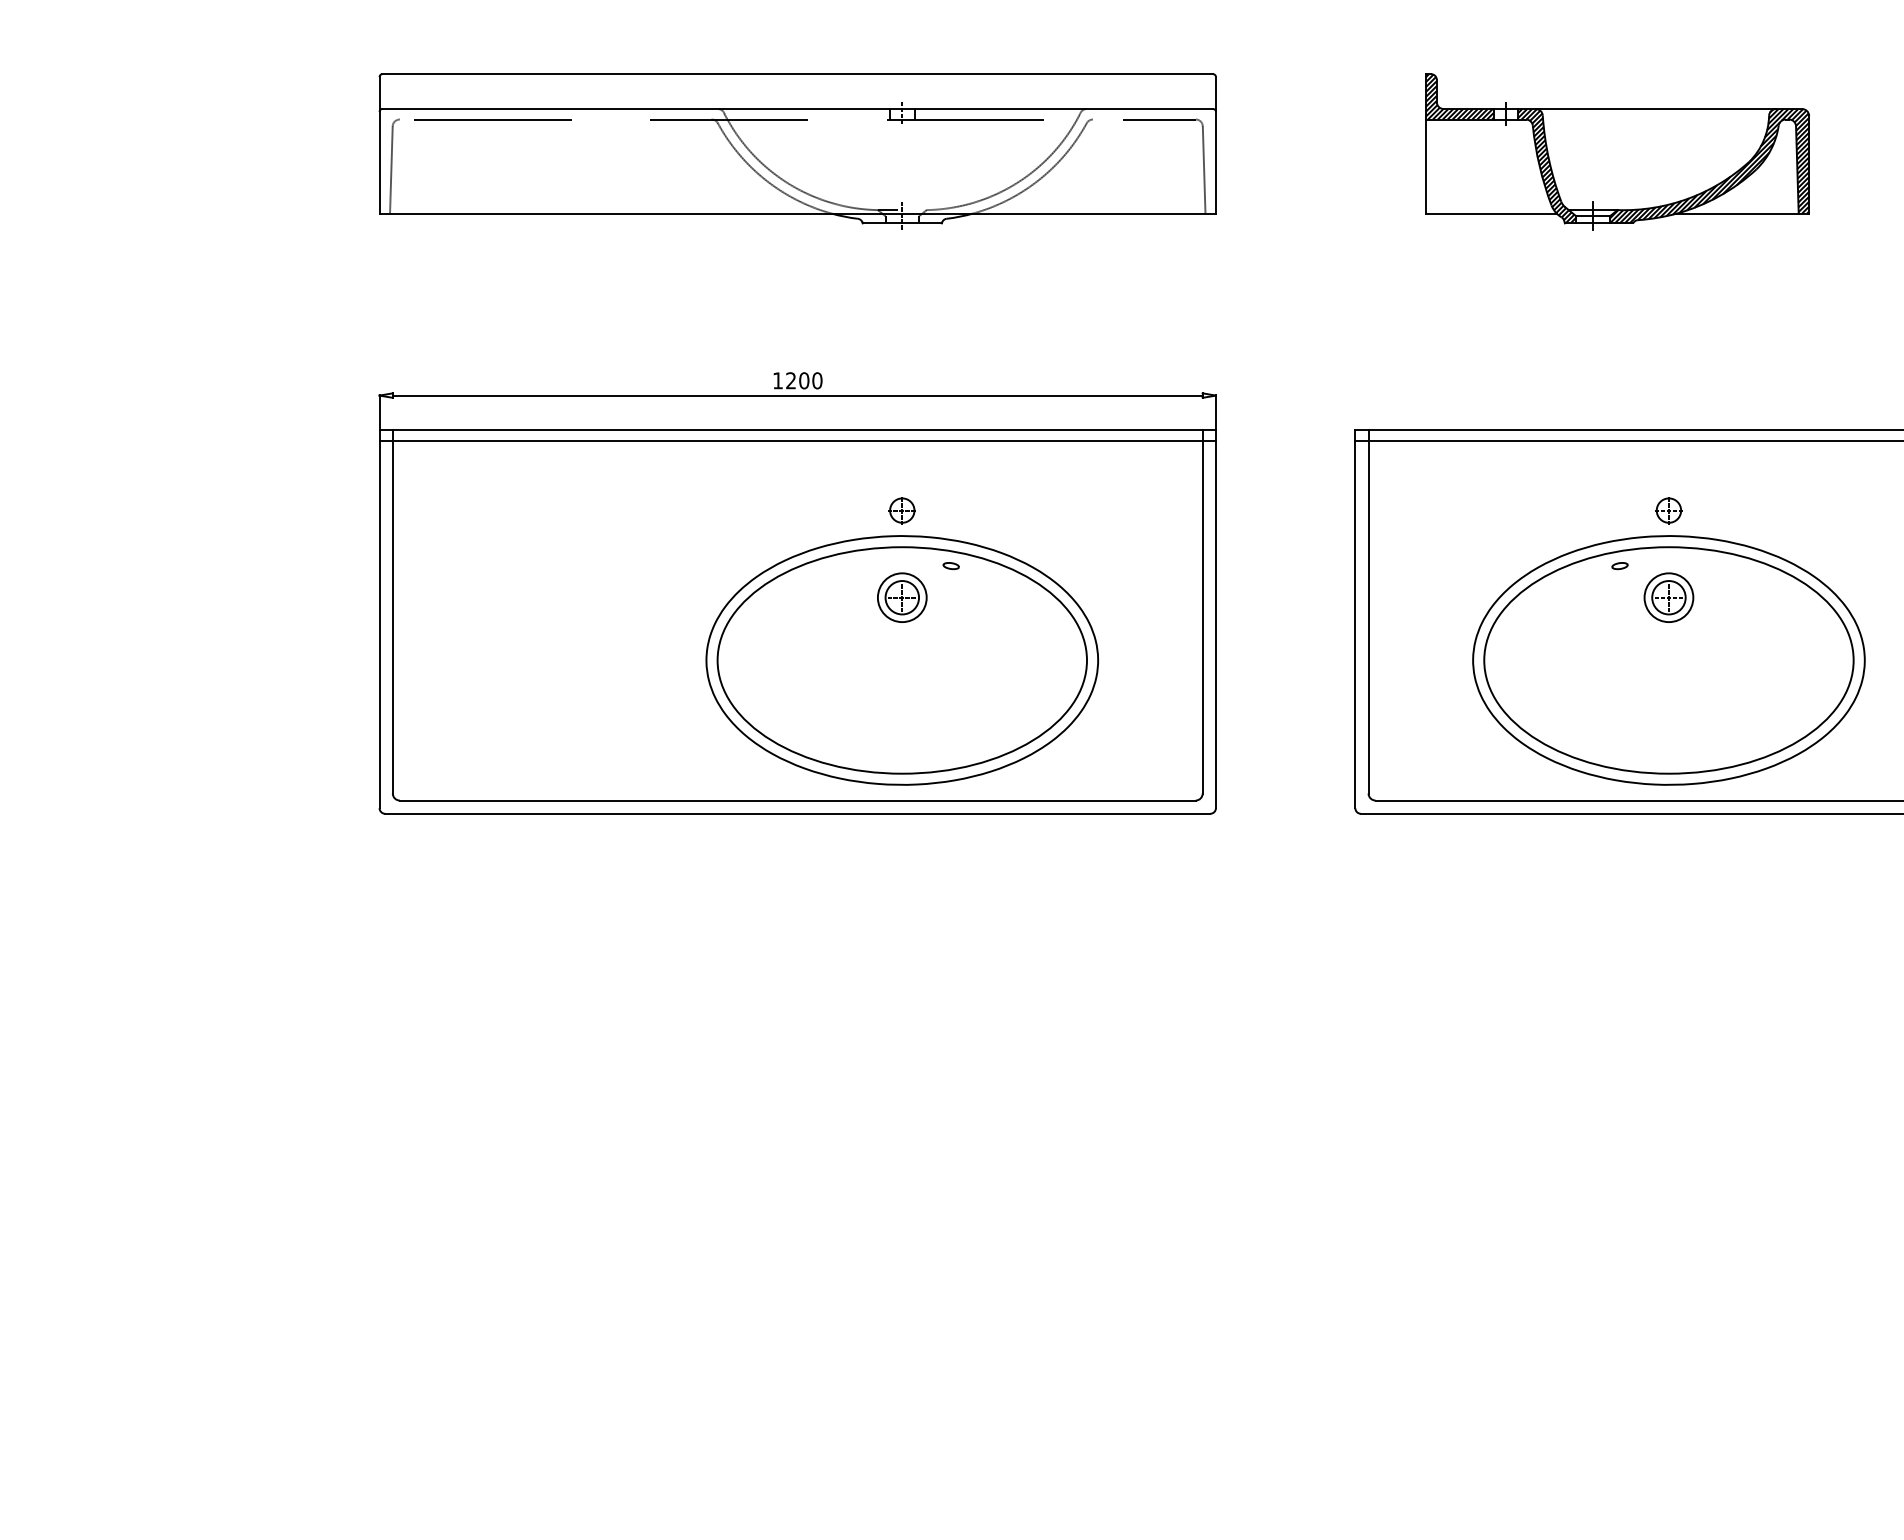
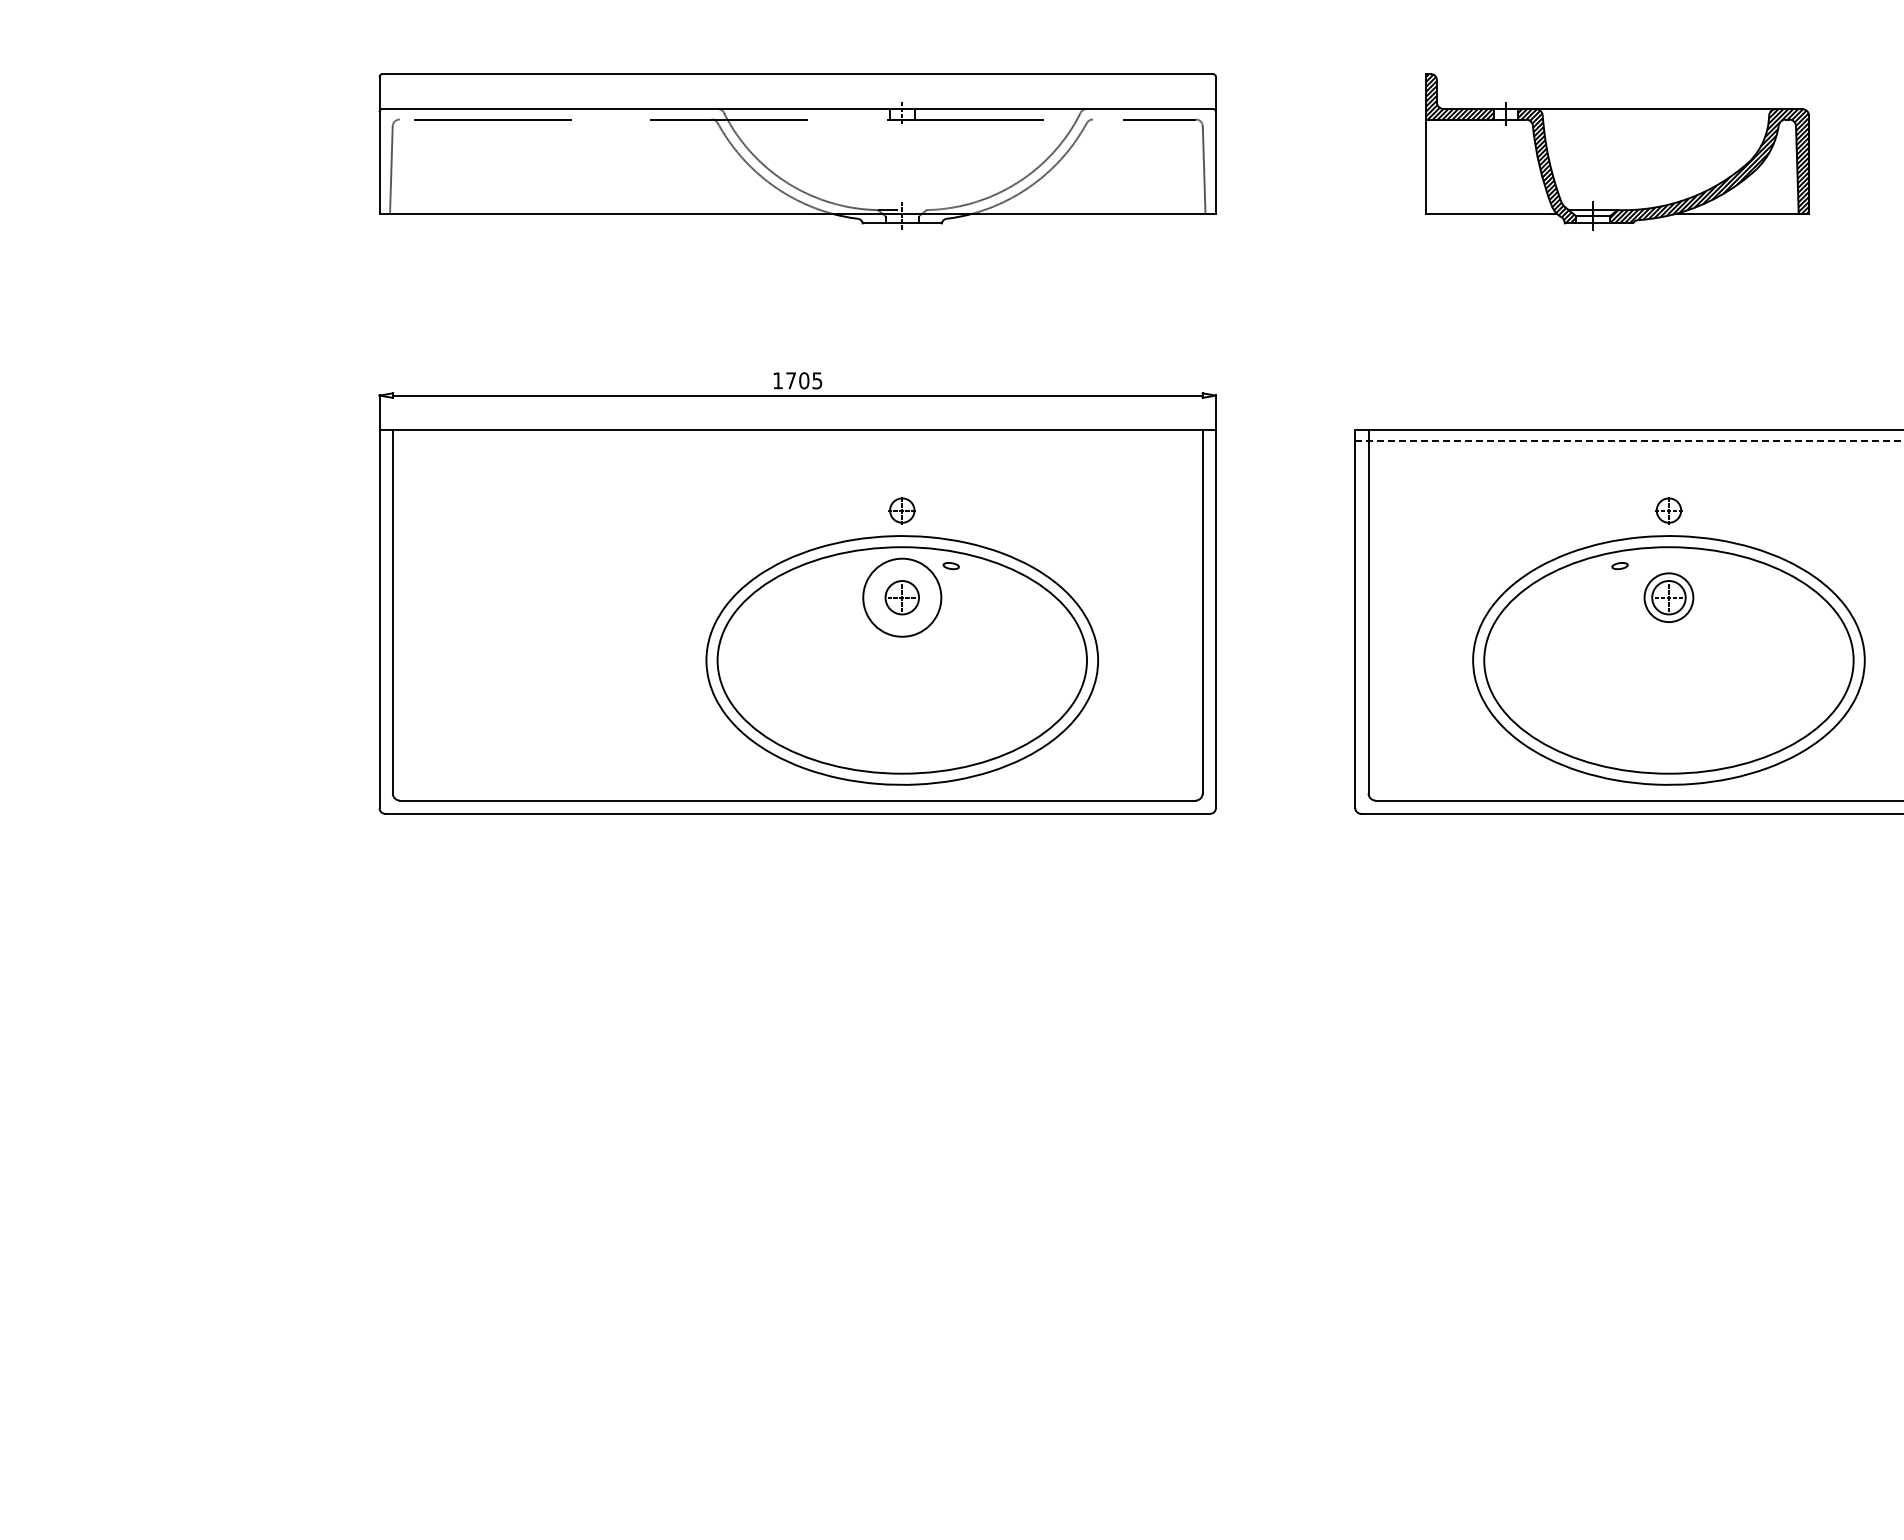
text at (804, 380): 1200 -> 1705
line at (797, 440): present -> none
line at (1630, 440): solid -> dashed
circle at (901, 597) diameter: 49 px -> 78 px
